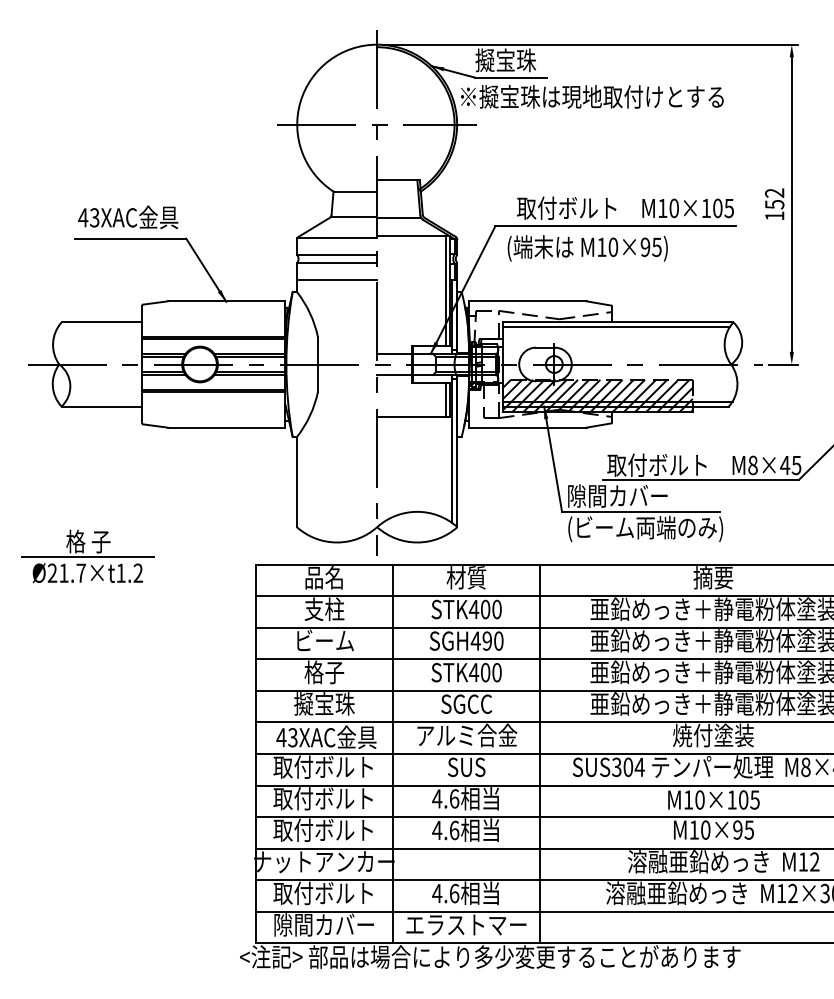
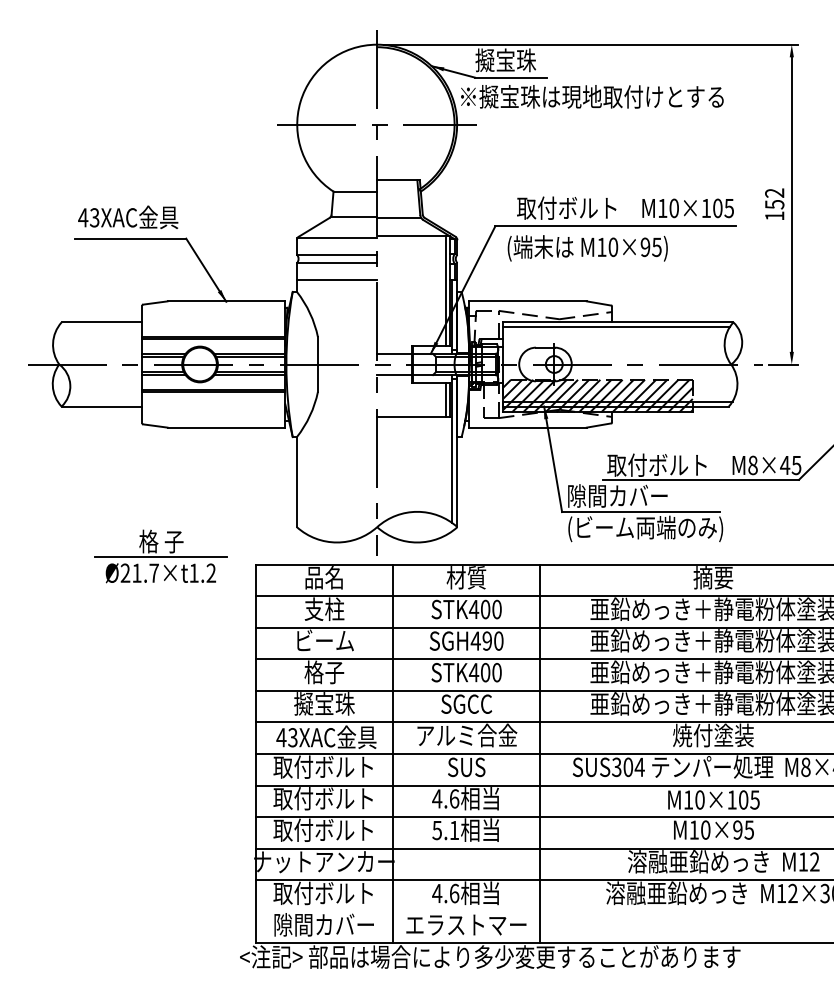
part at (87, 556) position: (87, 556) -> (160, 556)
text at (445, 830): 4.6 -> 5.1
line at (542, 911): present -> none
